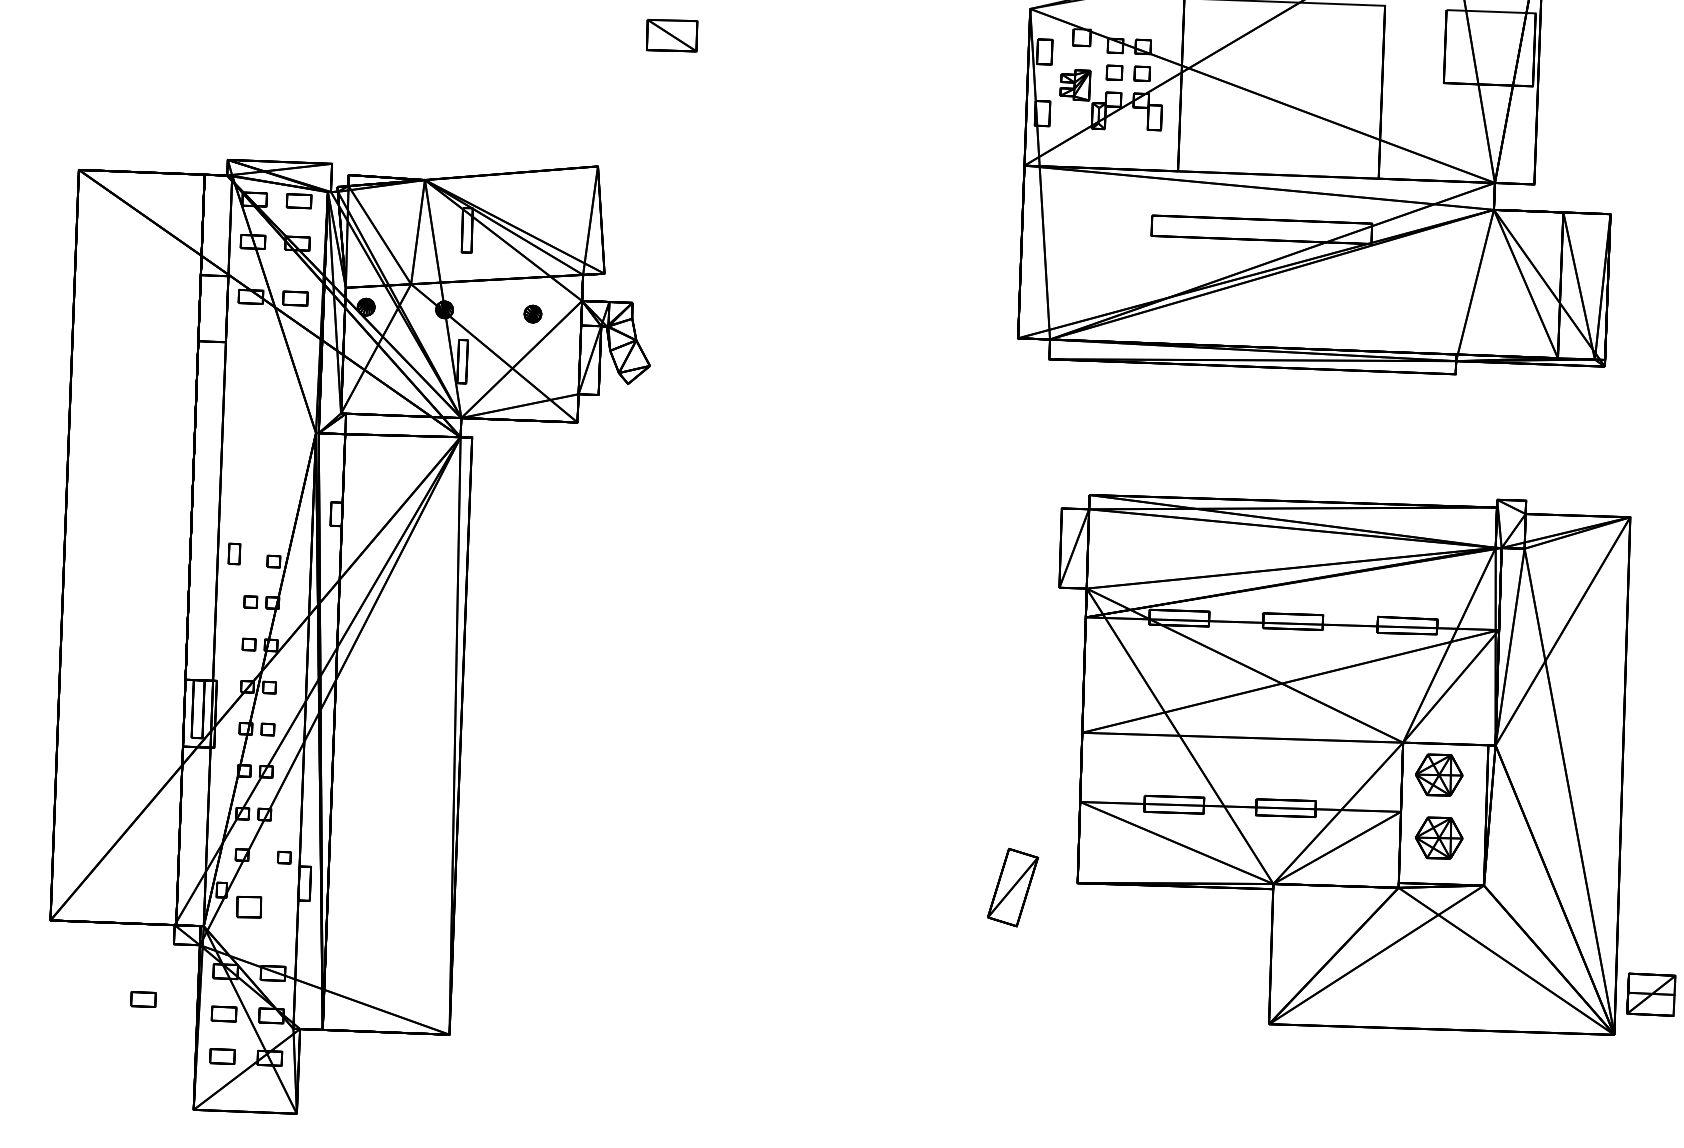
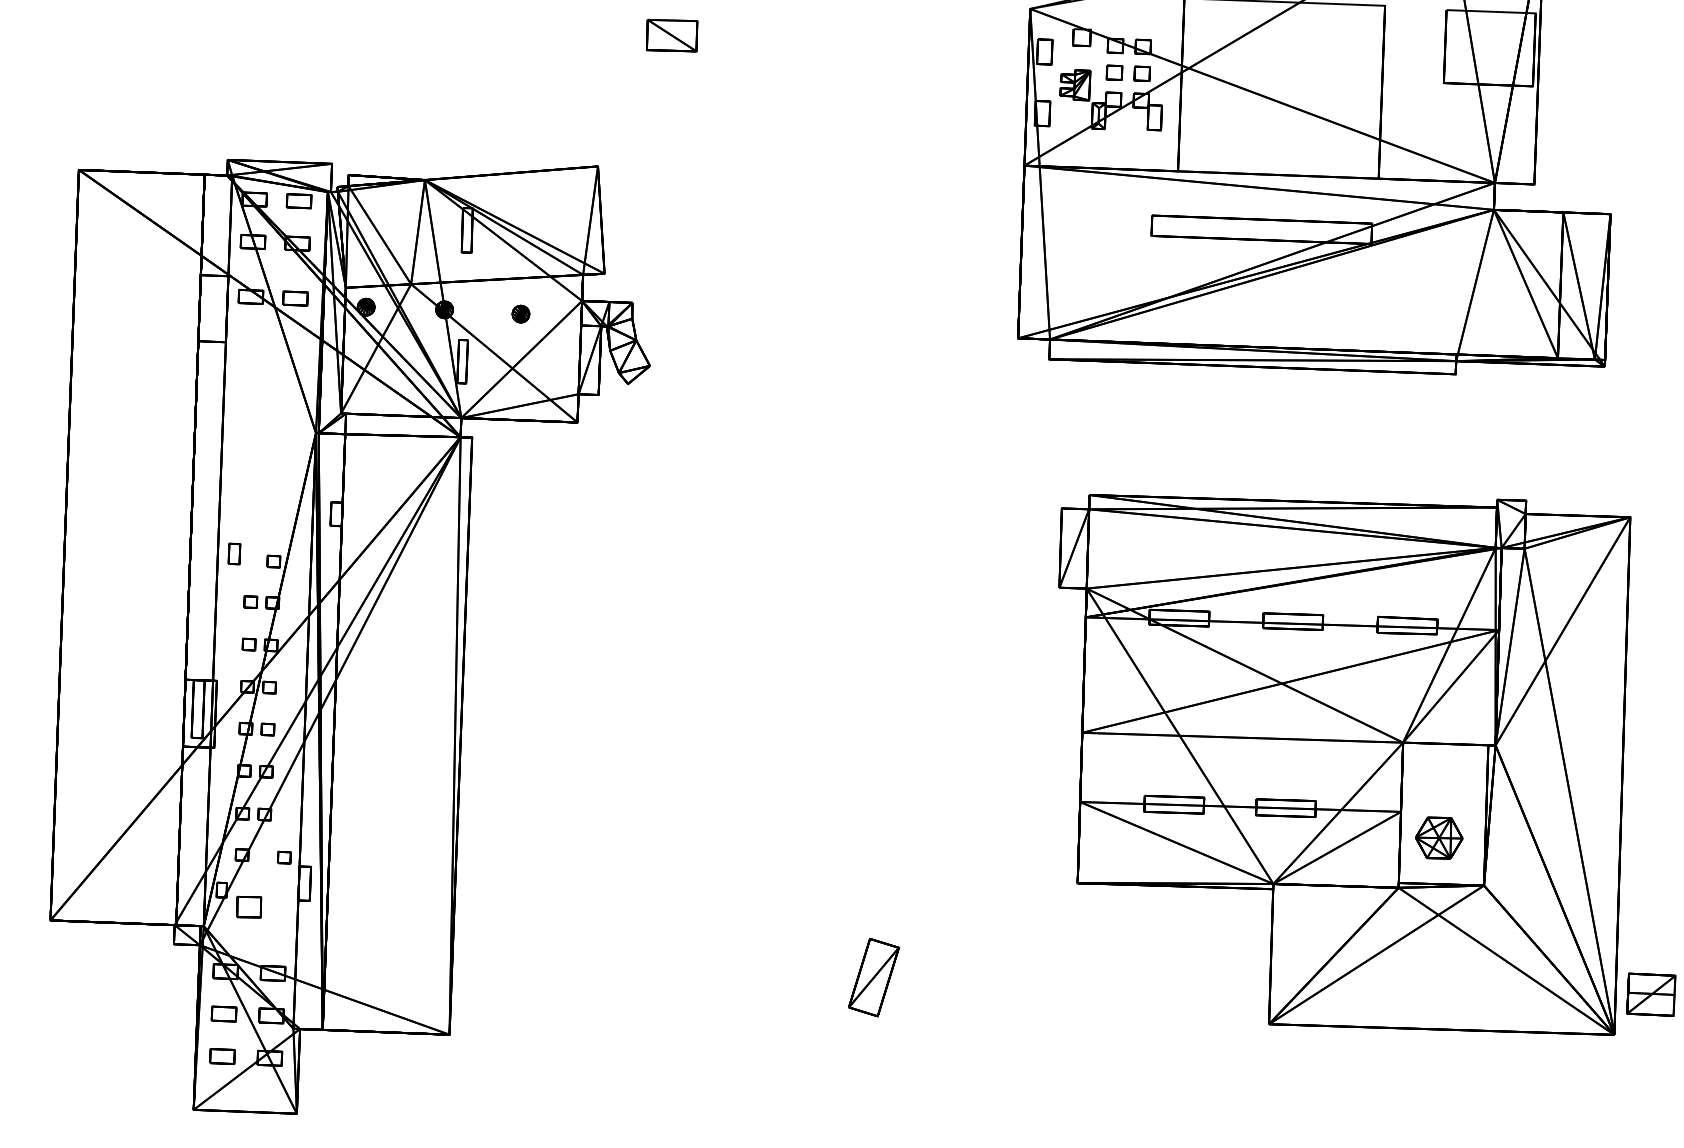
part at (532, 313) position: (532, 313) -> (520, 313)
part at (1439, 774): present -> none
part at (1013, 887) position: (1013, 887) -> (874, 977)
part at (143, 999): present -> none
